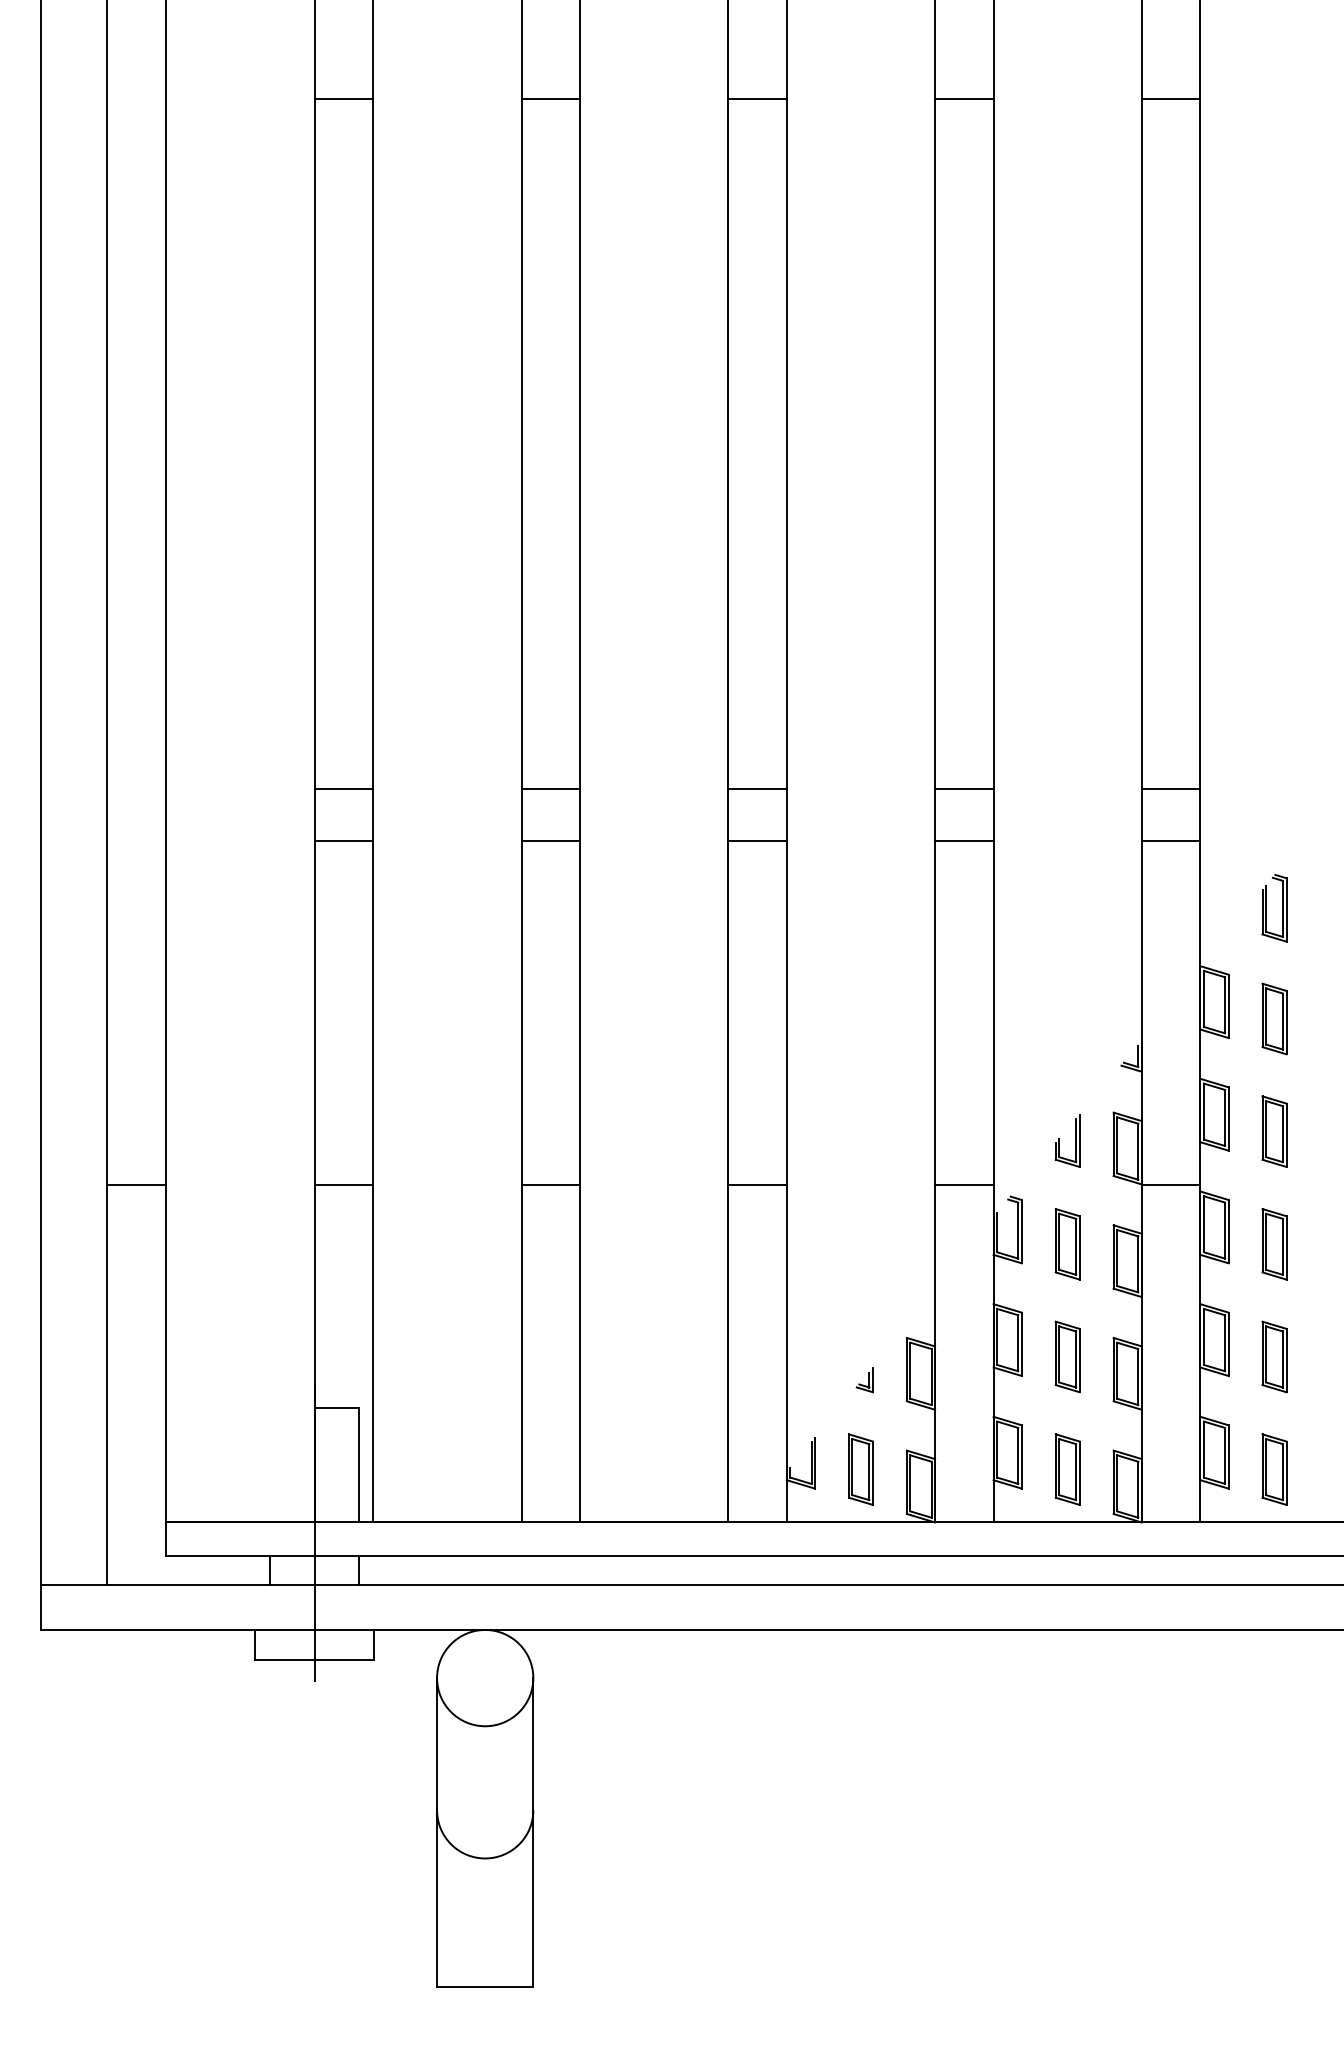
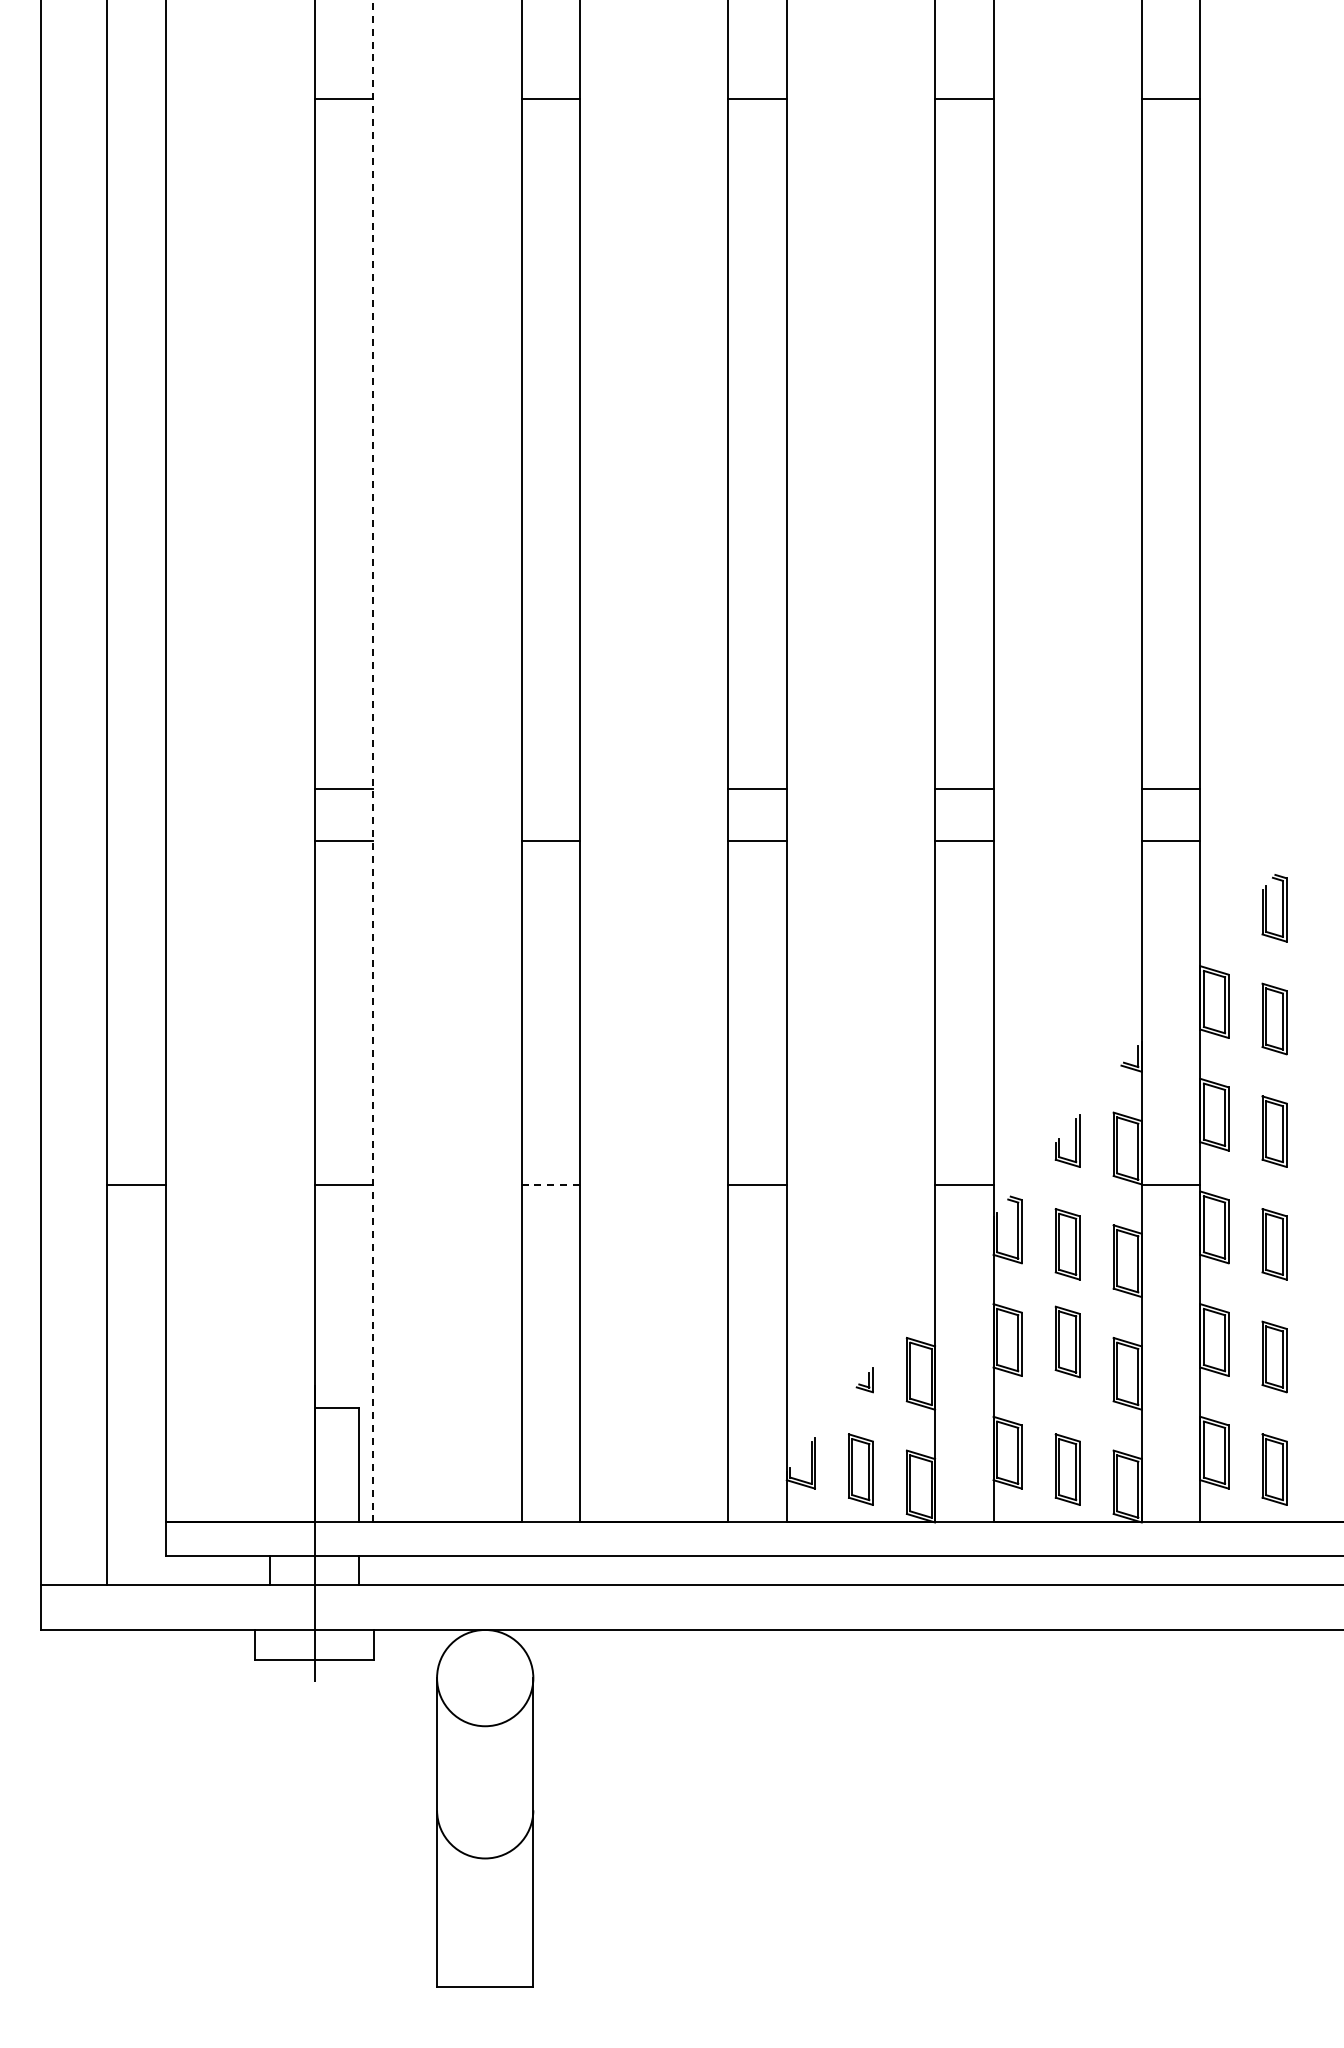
line at (373, 761): solid -> dashed
line at (550, 788): present -> none
line at (551, 1185): solid -> dashed
part at (1067, 1356) position: (1067, 1356) -> (1067, 1341)
